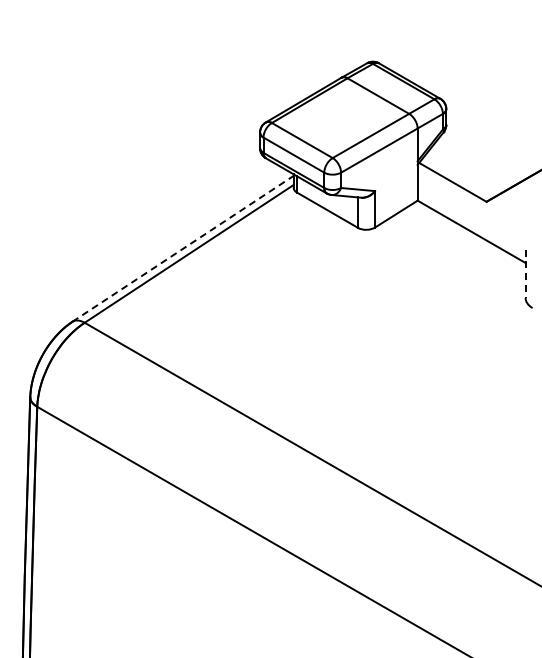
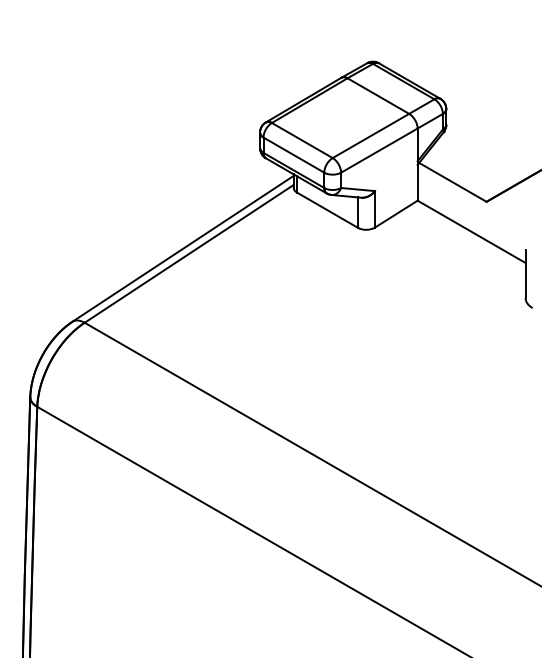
line at (183, 248): dashed -> solid
line at (525, 274): dashed -> solid
